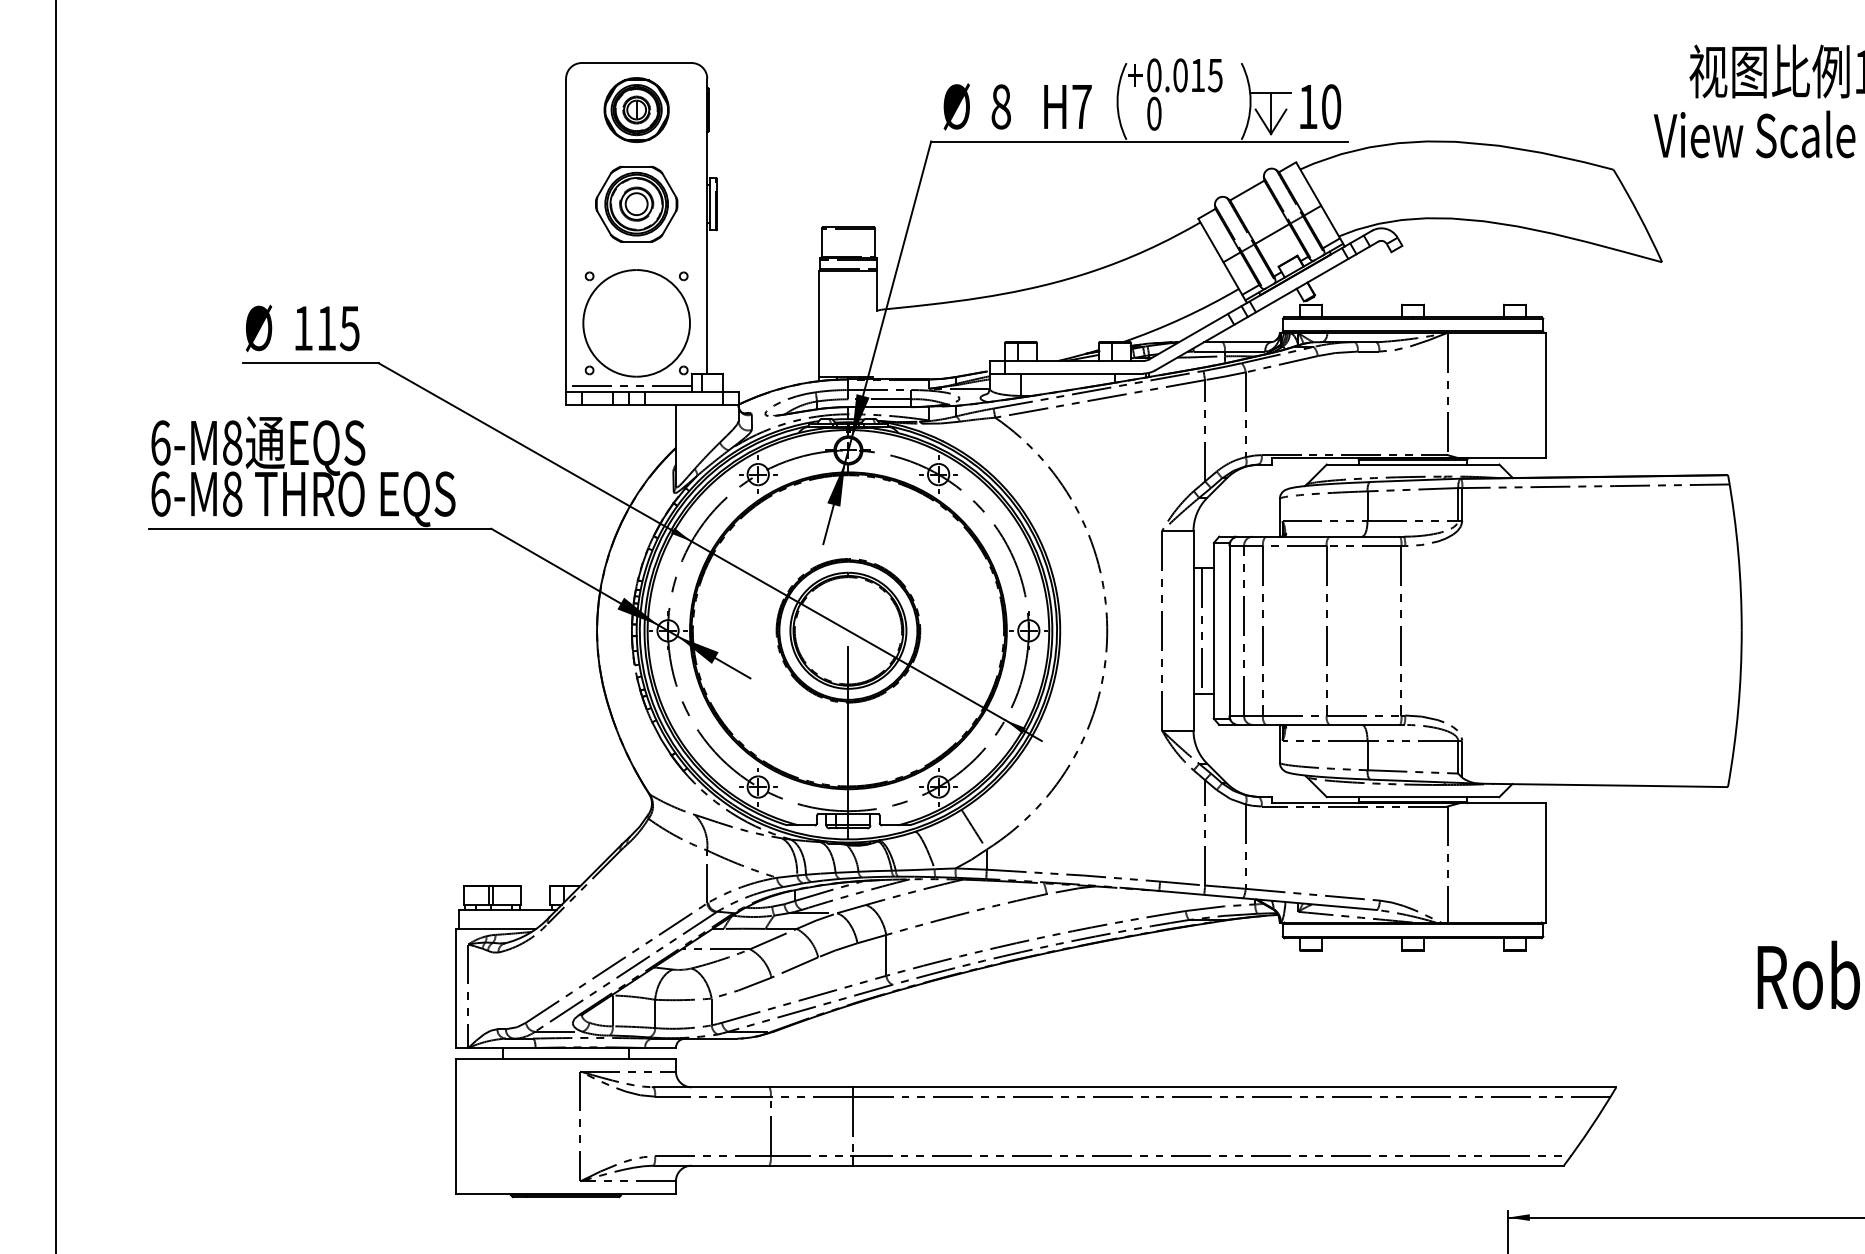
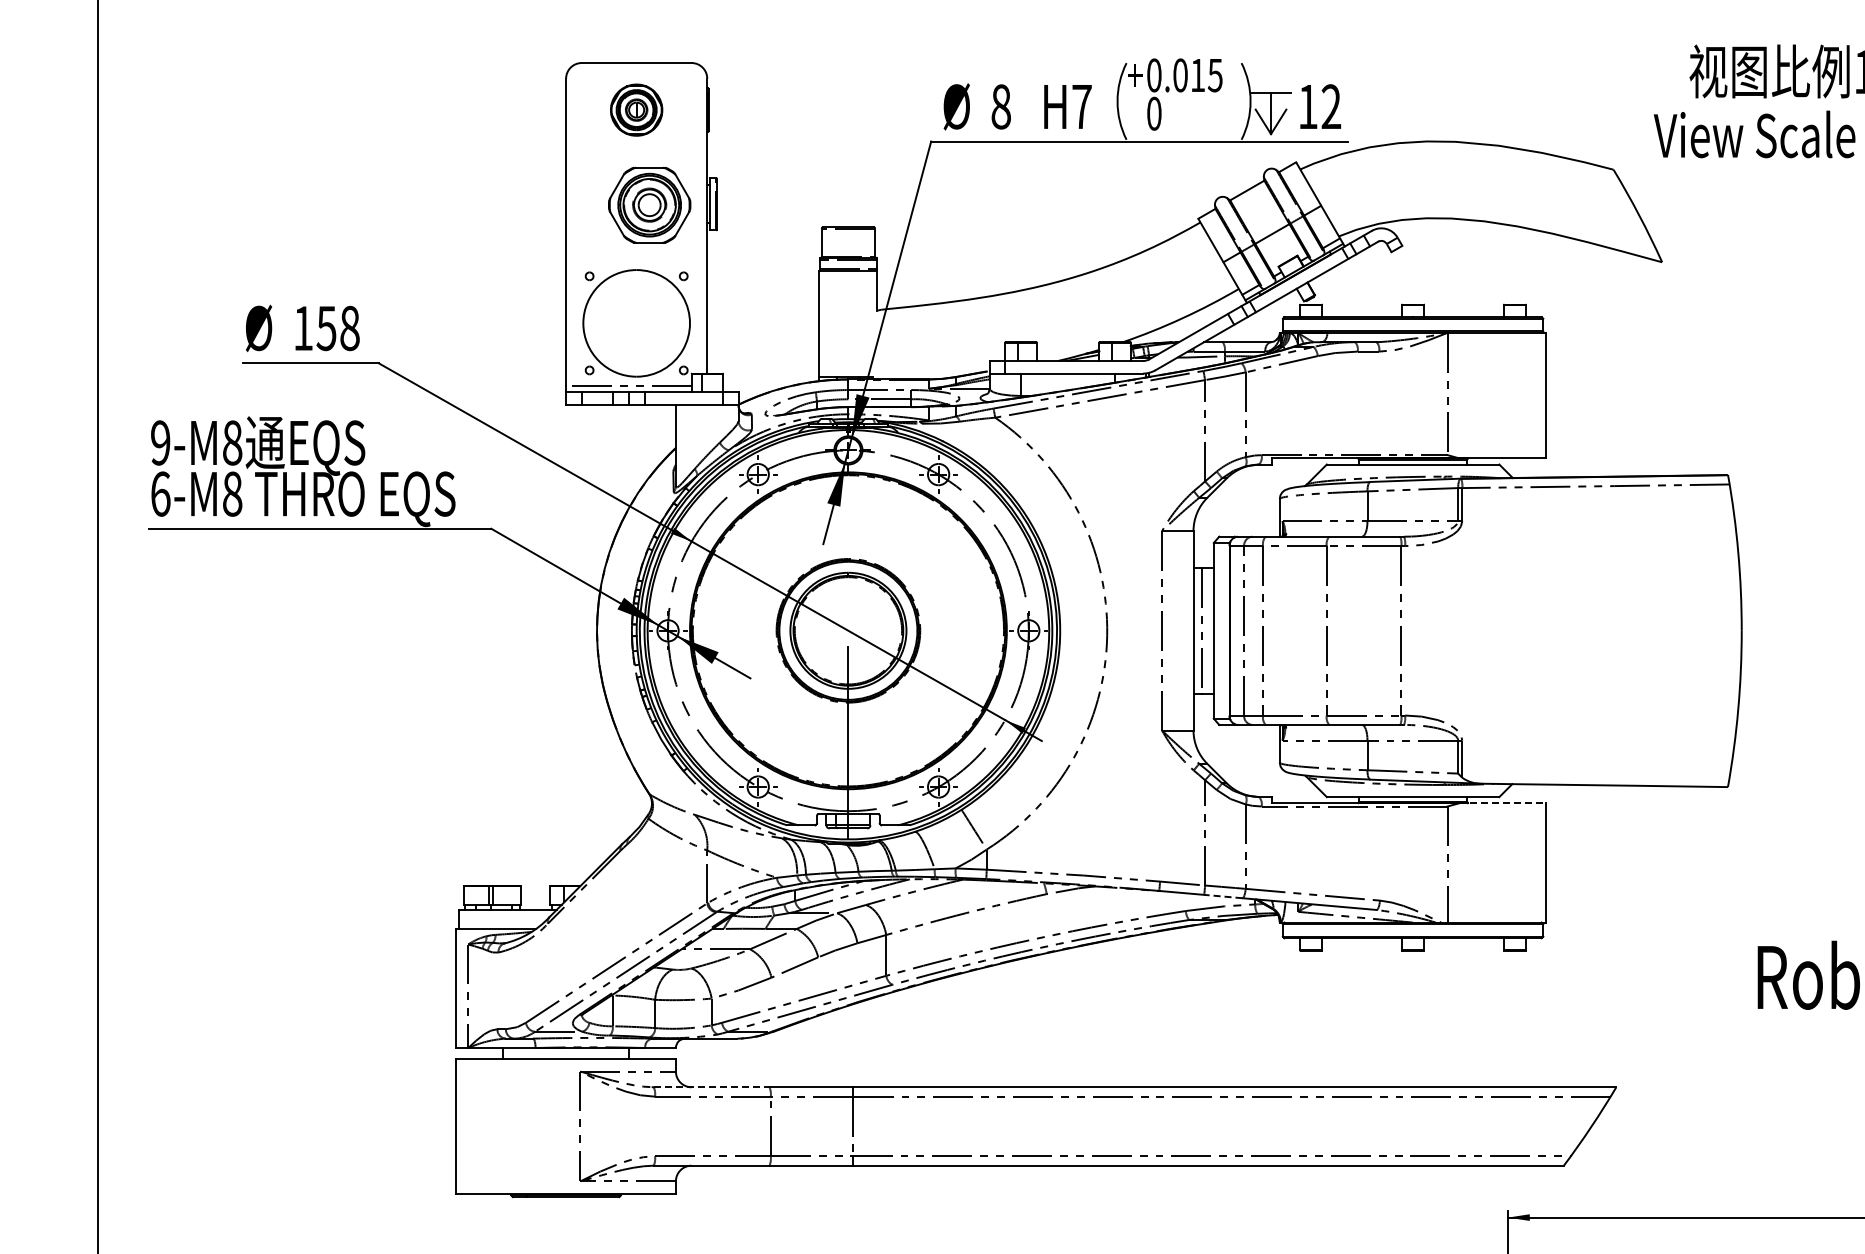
text at (1331, 106): 10 -> 12
part at (636, 110) size: 67x67 px -> 54x54 px
part at (636, 203) position: (636, 203) -> (649, 204)
text at (337, 328): 115 -> 158
text at (160, 442): 6-M8 -> 9-M8
line at (55, 626) position: (55, 626) -> (97, 626)
line at (1502, 803): solid -> dashed
line at (1222, 896): solid -> dashed
line at (711, 1087): solid -> dashed
